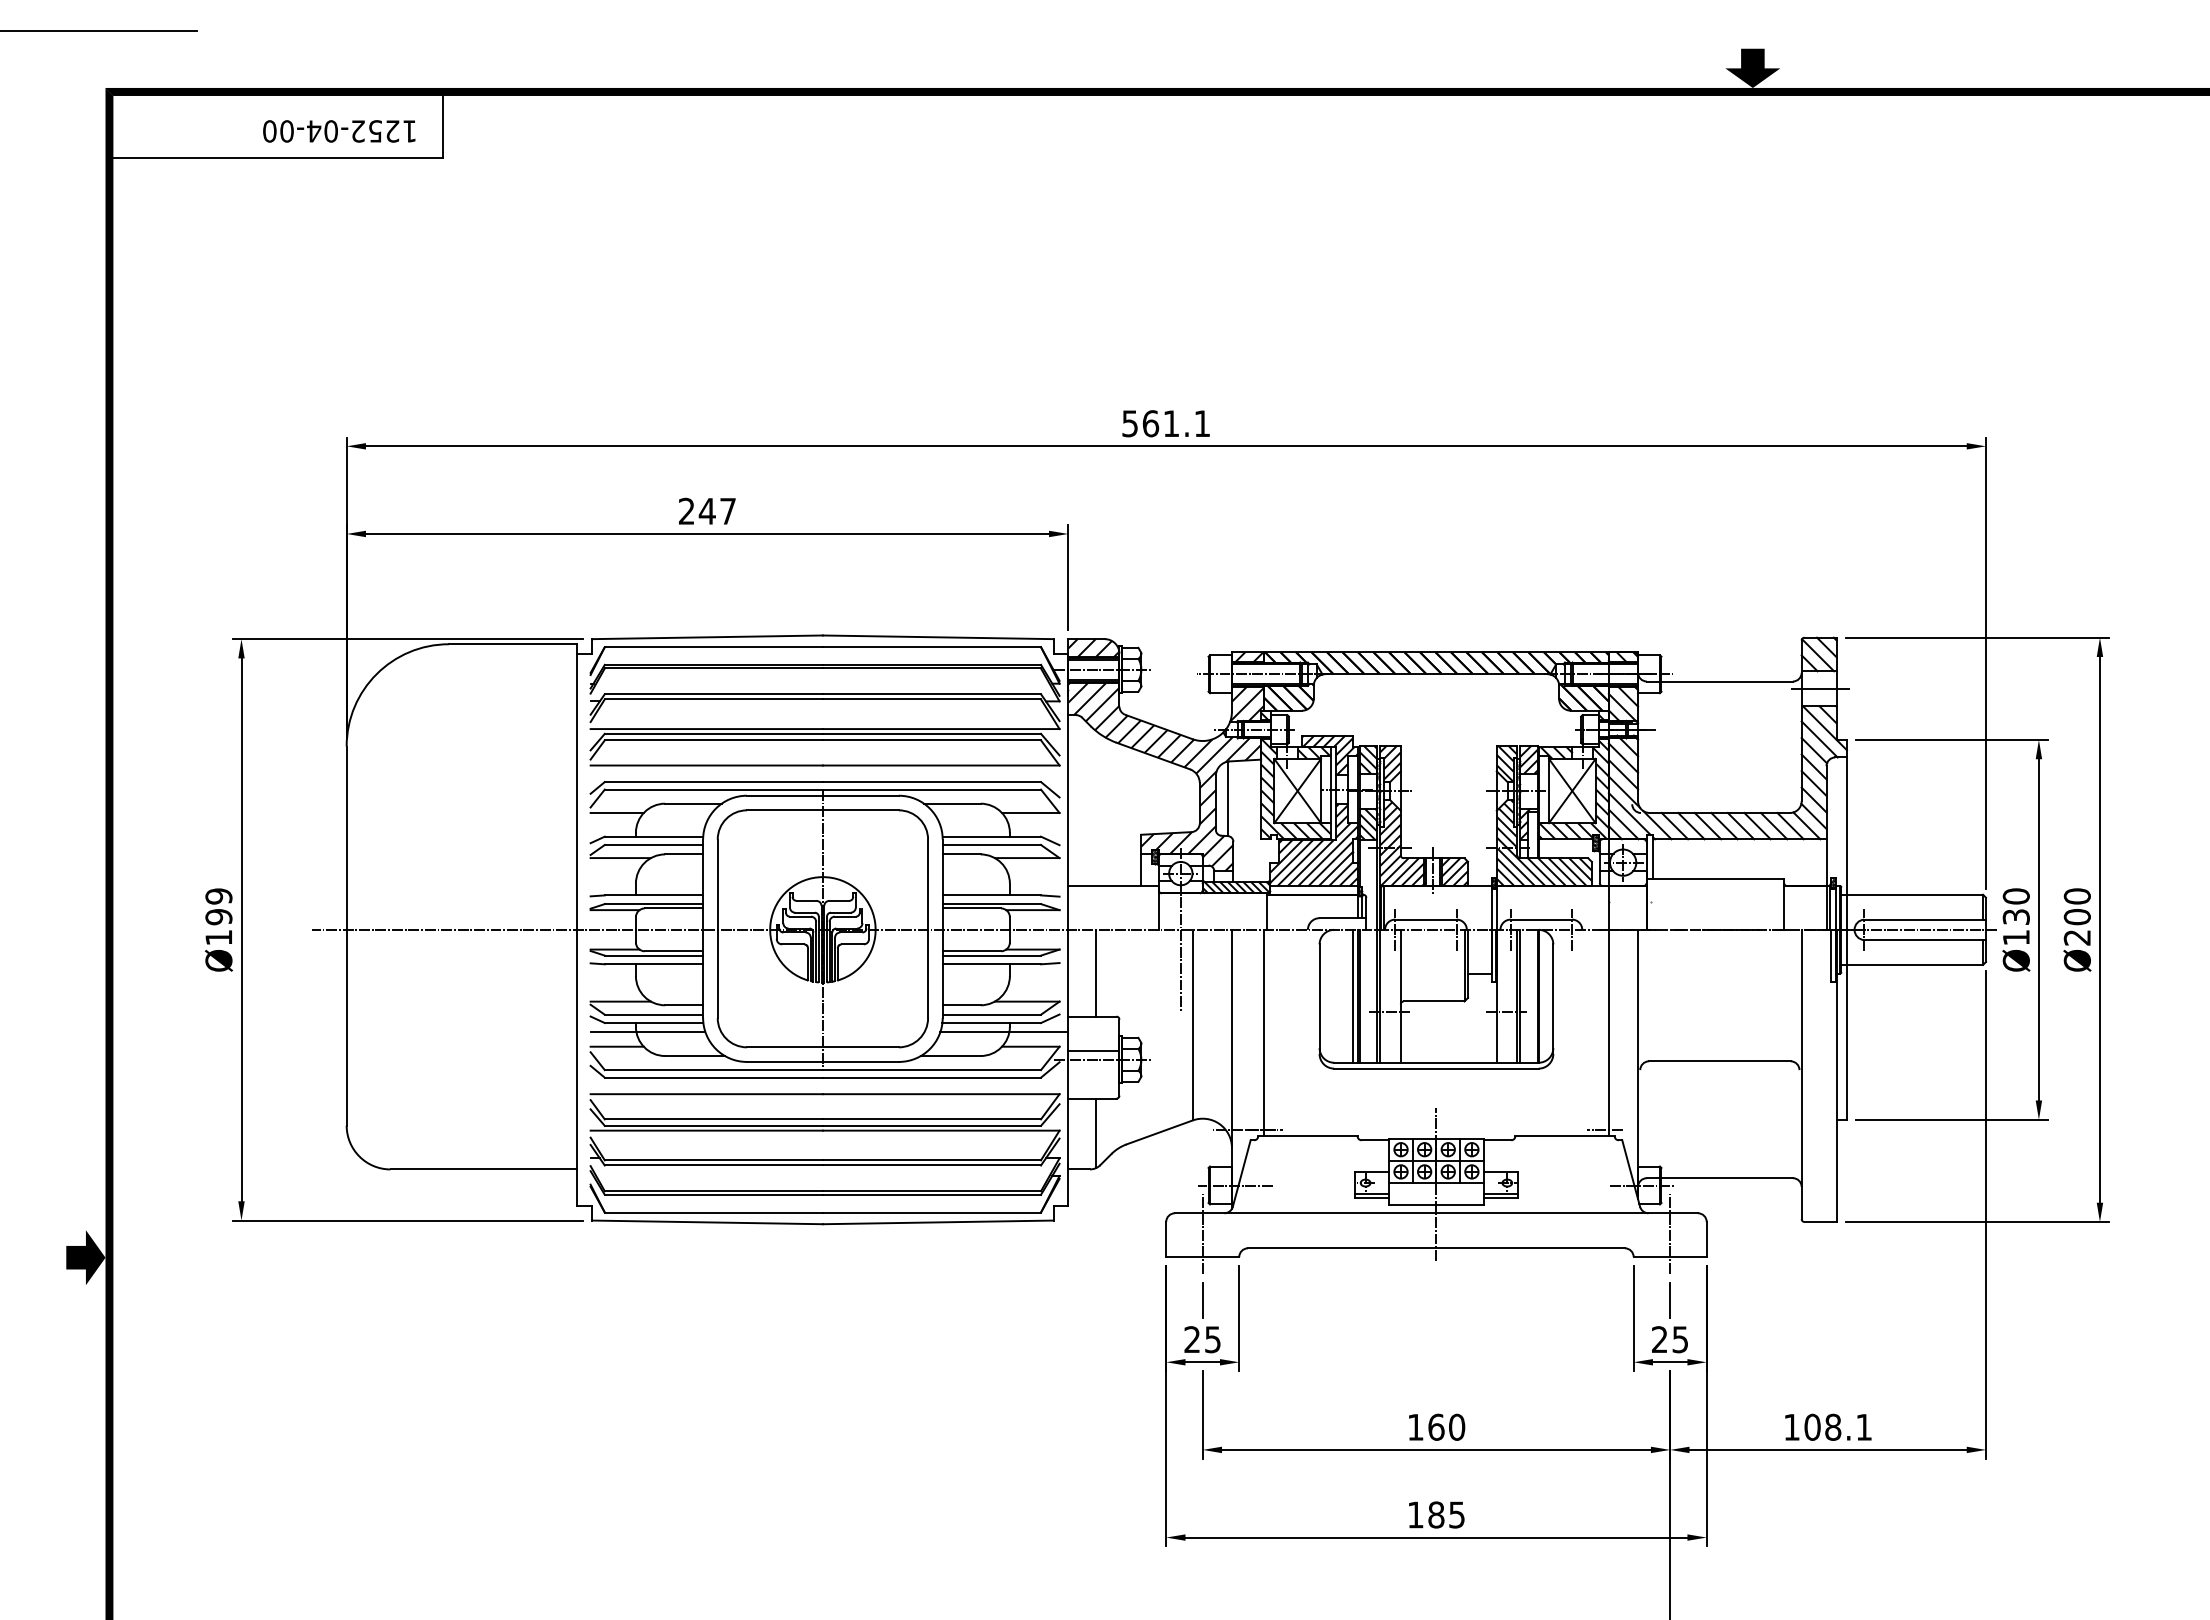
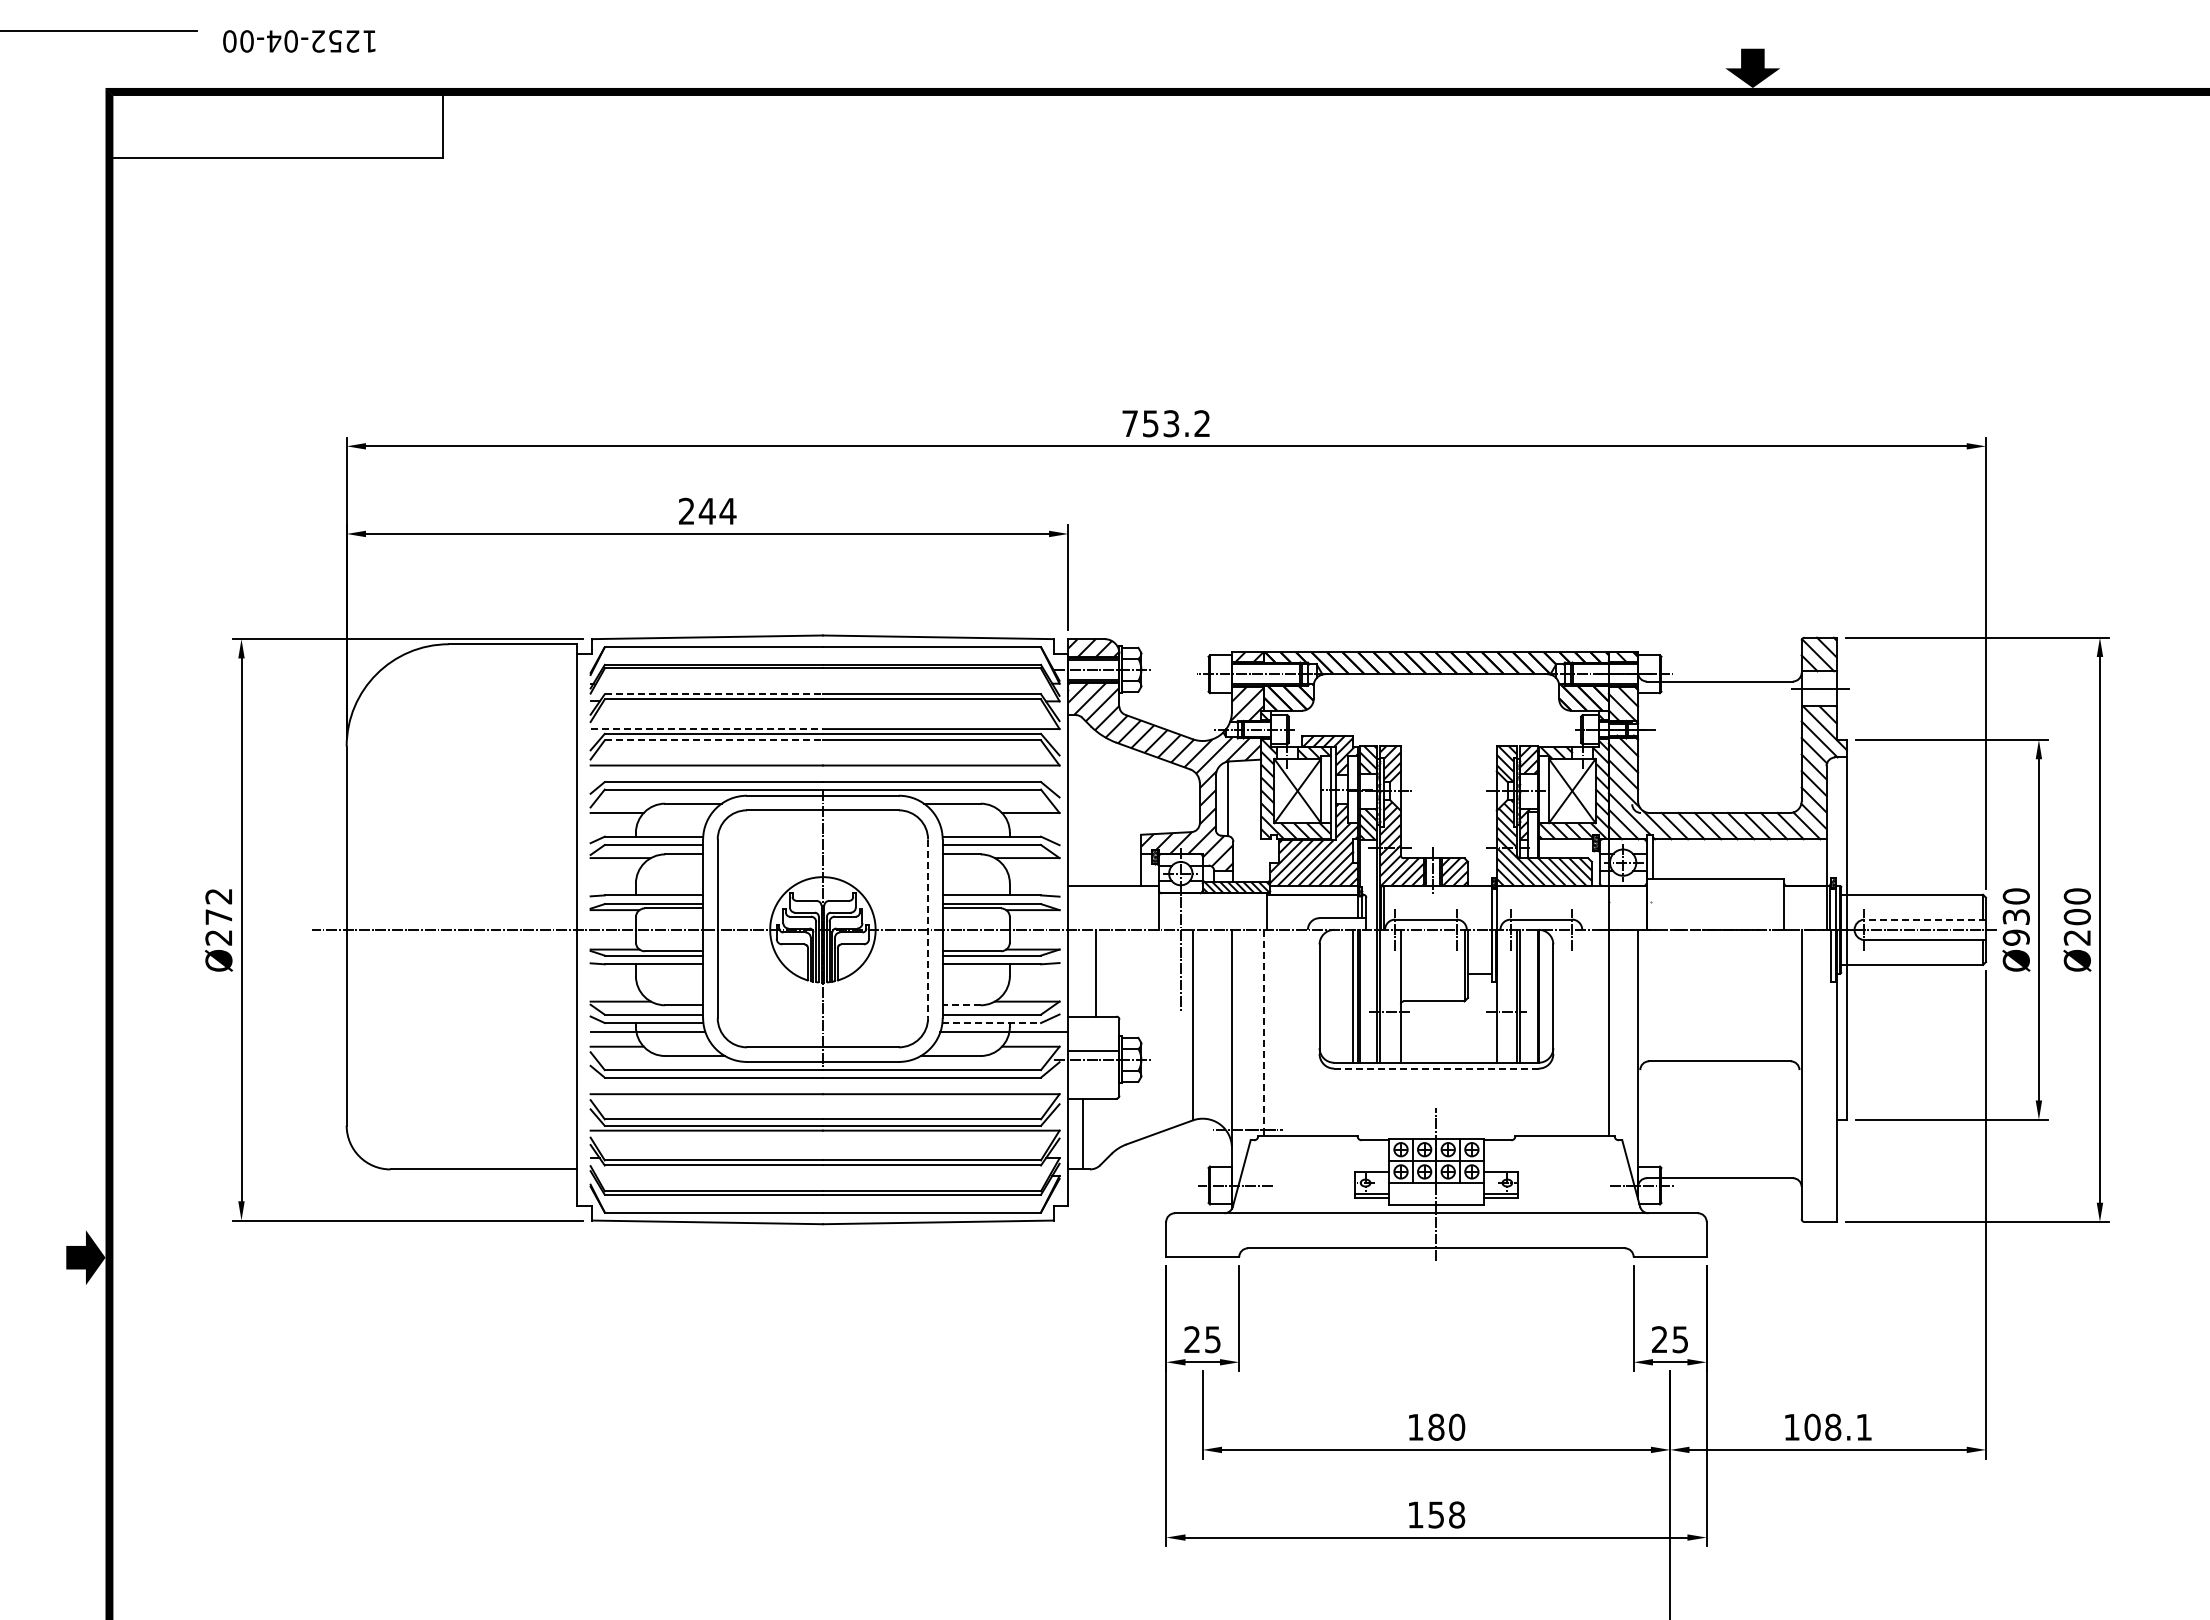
text at (339, 131) position: (339, 131) -> (299, 41)
text at (1165, 423): 561.1 -> 753.2
text at (727, 511): 247 -> 244
line at (714, 694): solid -> dashed
line at (707, 729): solid -> dashed
line at (714, 740): solid -> dashed
text at (218, 916): Ø199 -> Ø272
line at (1925, 919): solid -> dashed
line at (928, 929): solid -> dashed
text at (2015, 937): Ø130 -> Ø930
line at (961, 1005): solid -> dashed
line at (992, 1023): solid -> dashed
line at (1264, 1033): solid -> dashed
line at (1436, 1068): solid -> dashed
line at (1604, 1129): present -> none
line at (1096, 1133) position: (1096, 1133) -> (1083, 1133)
line at (1202, 1233): present -> none
line at (1670, 1233): present -> none
line at (1202, 1300): present -> none
line at (1669, 1300): present -> none
text at (1436, 1426): 160 -> 180
text at (1446, 1514): 185 -> 158
